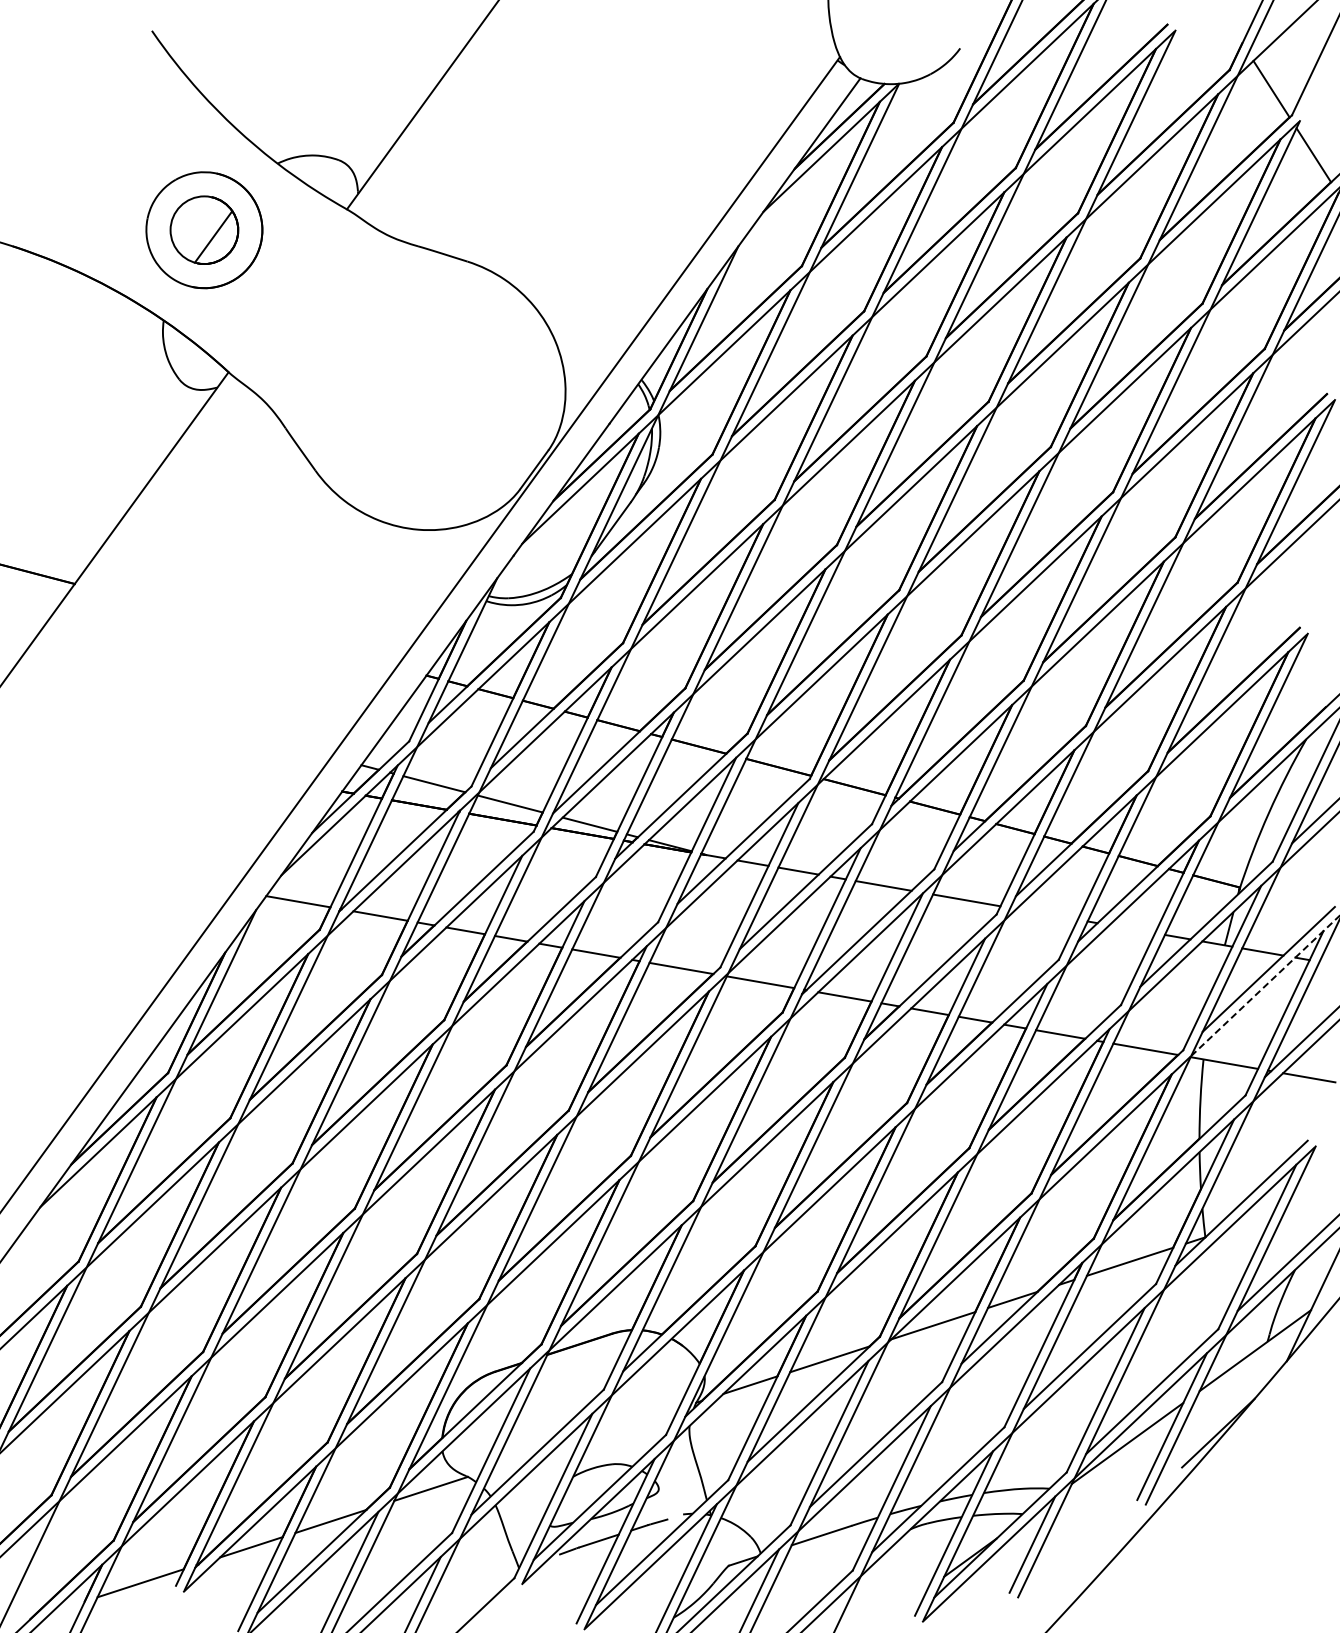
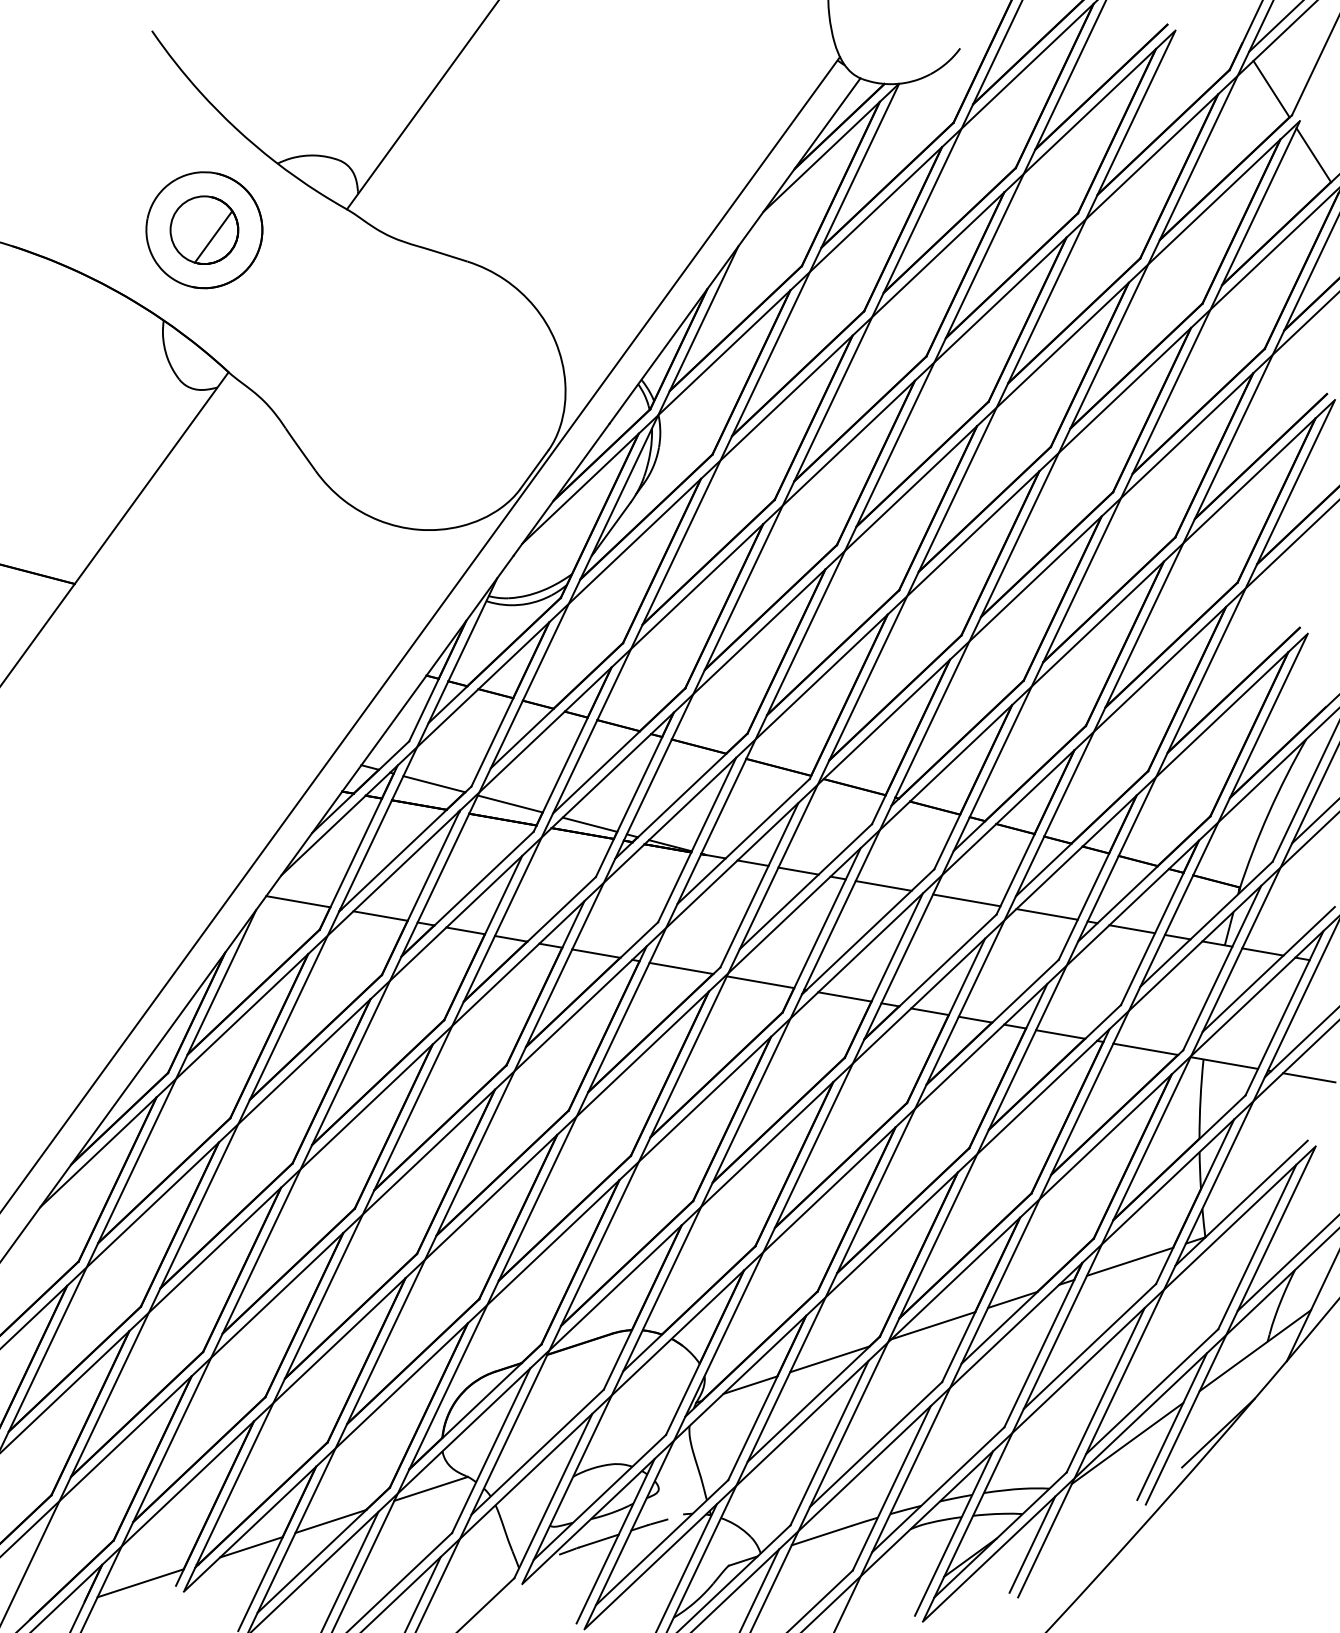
line at (1275, 26): none -> present
line at (1046, 914): none -> present
line at (1132, 929): none -> present
line at (1265, 986): dashed -> solid
